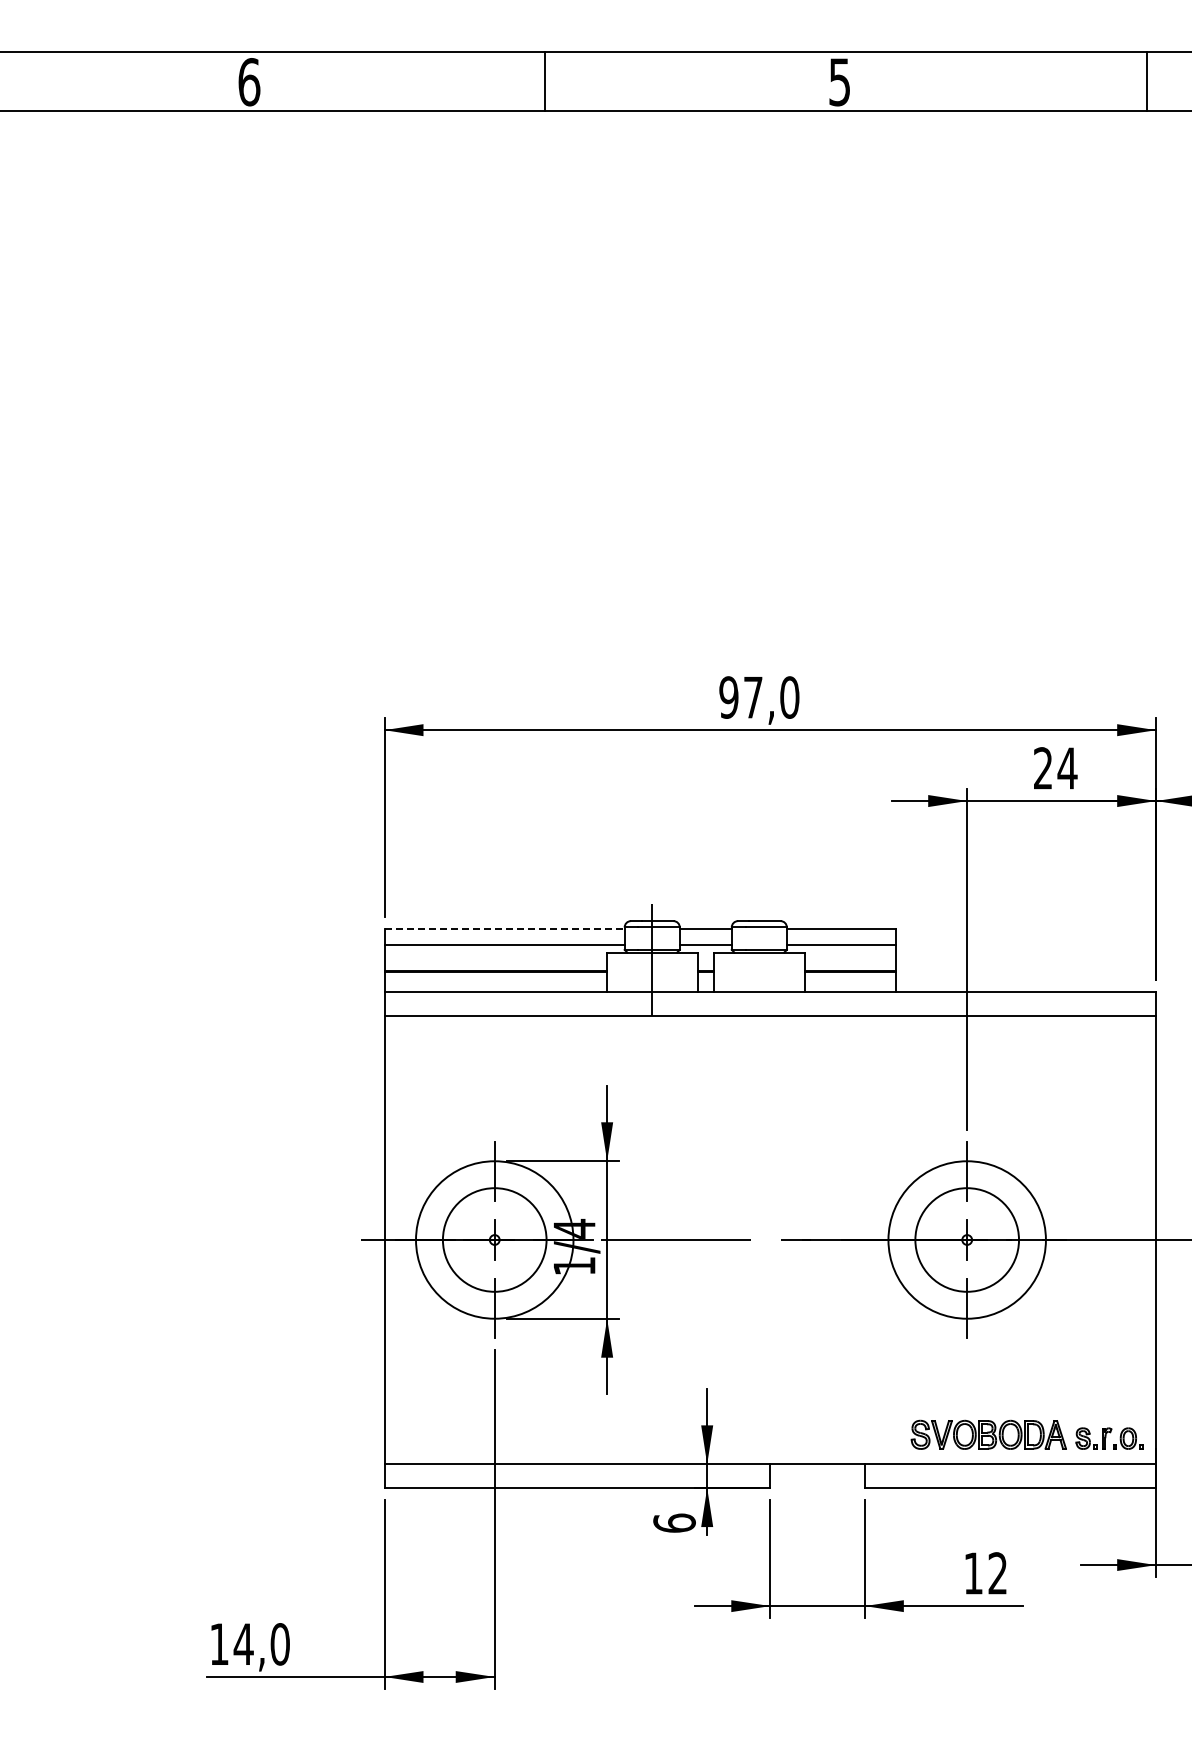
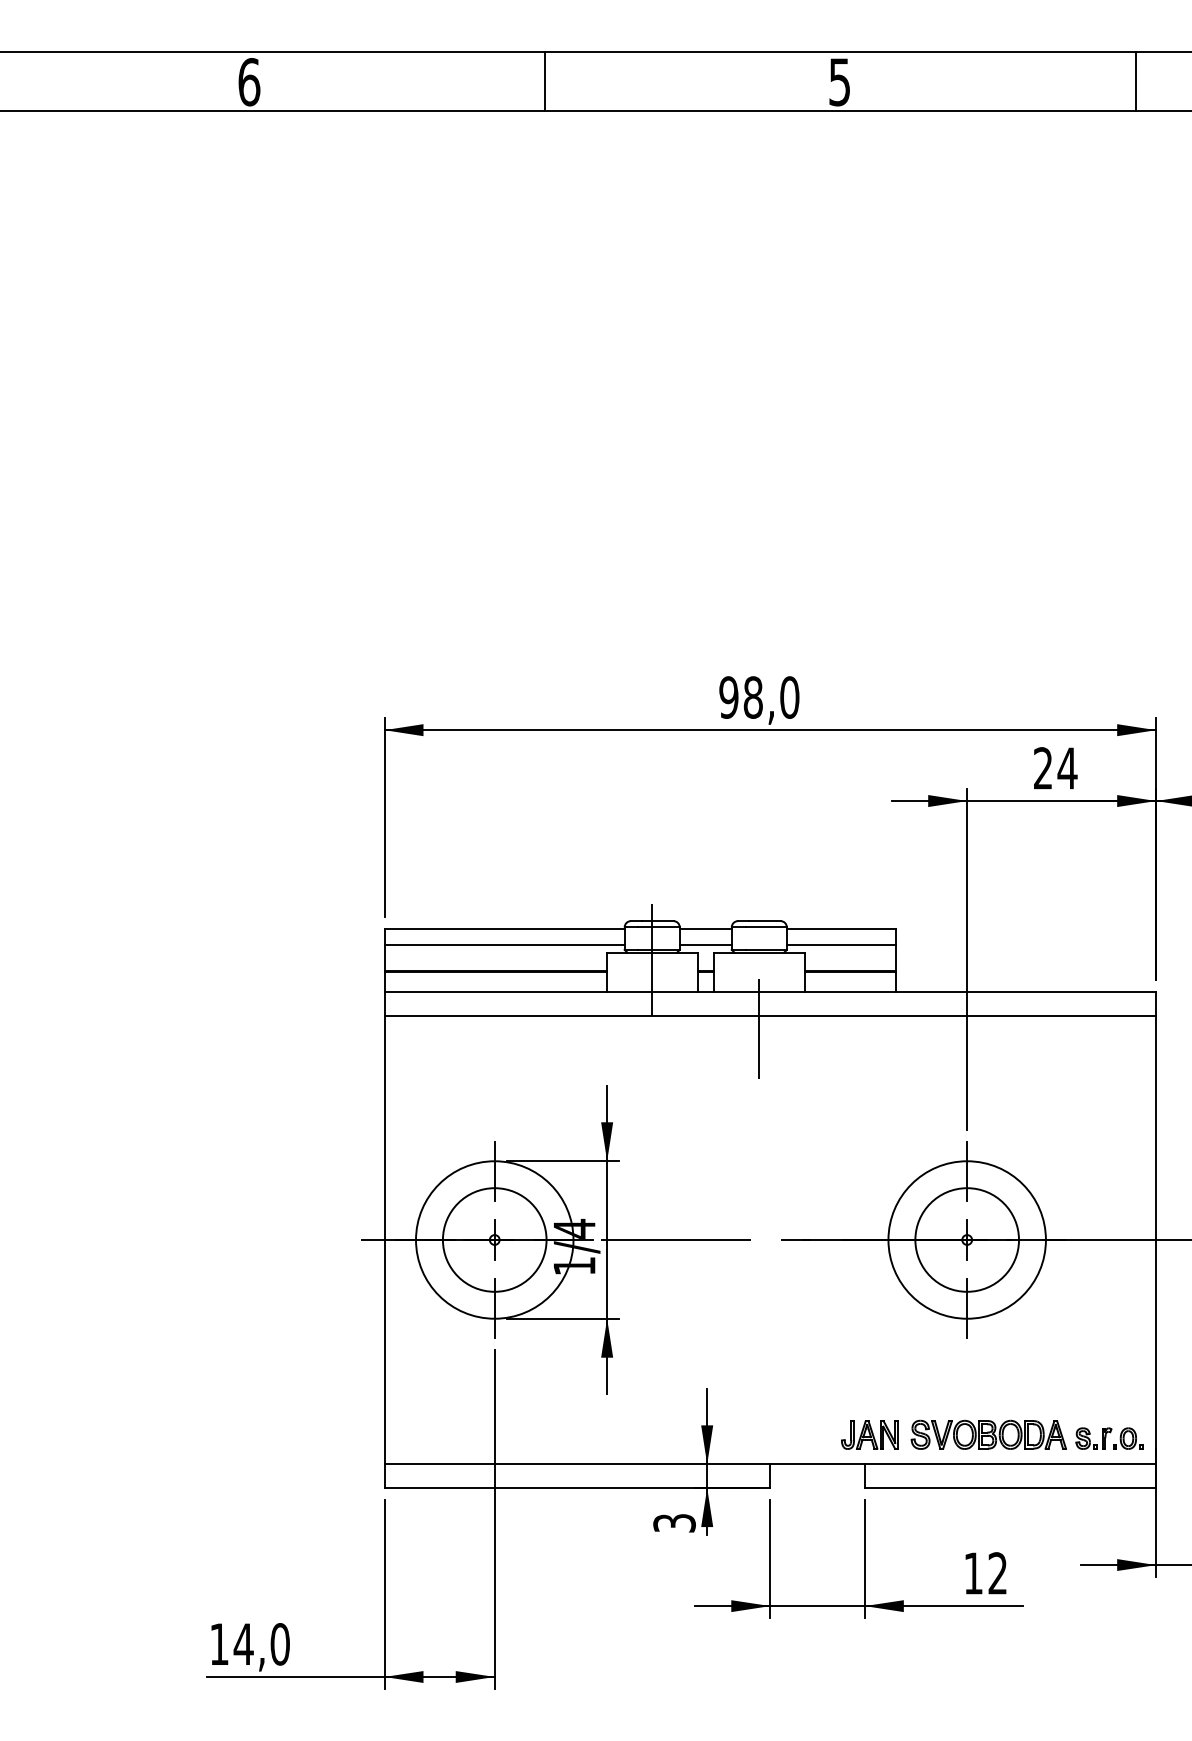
line at (1146, 81) position: (1146, 81) -> (1135, 81)
text at (752, 697): 97,0 -> 98,0
line at (505, 928): dashed -> solid
line at (759, 1028): none -> present
part at (869, 1434): none -> present
text at (674, 1522): 6 -> 3
